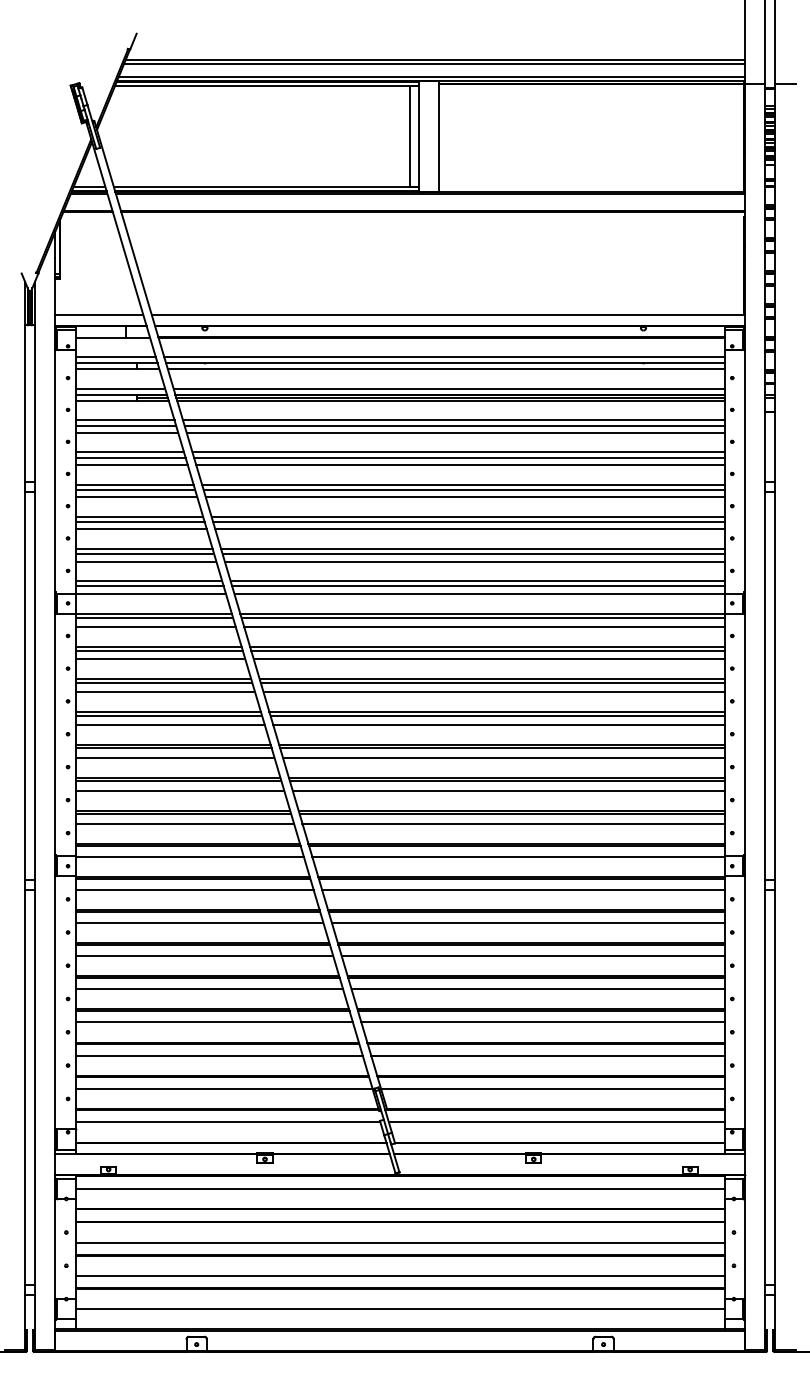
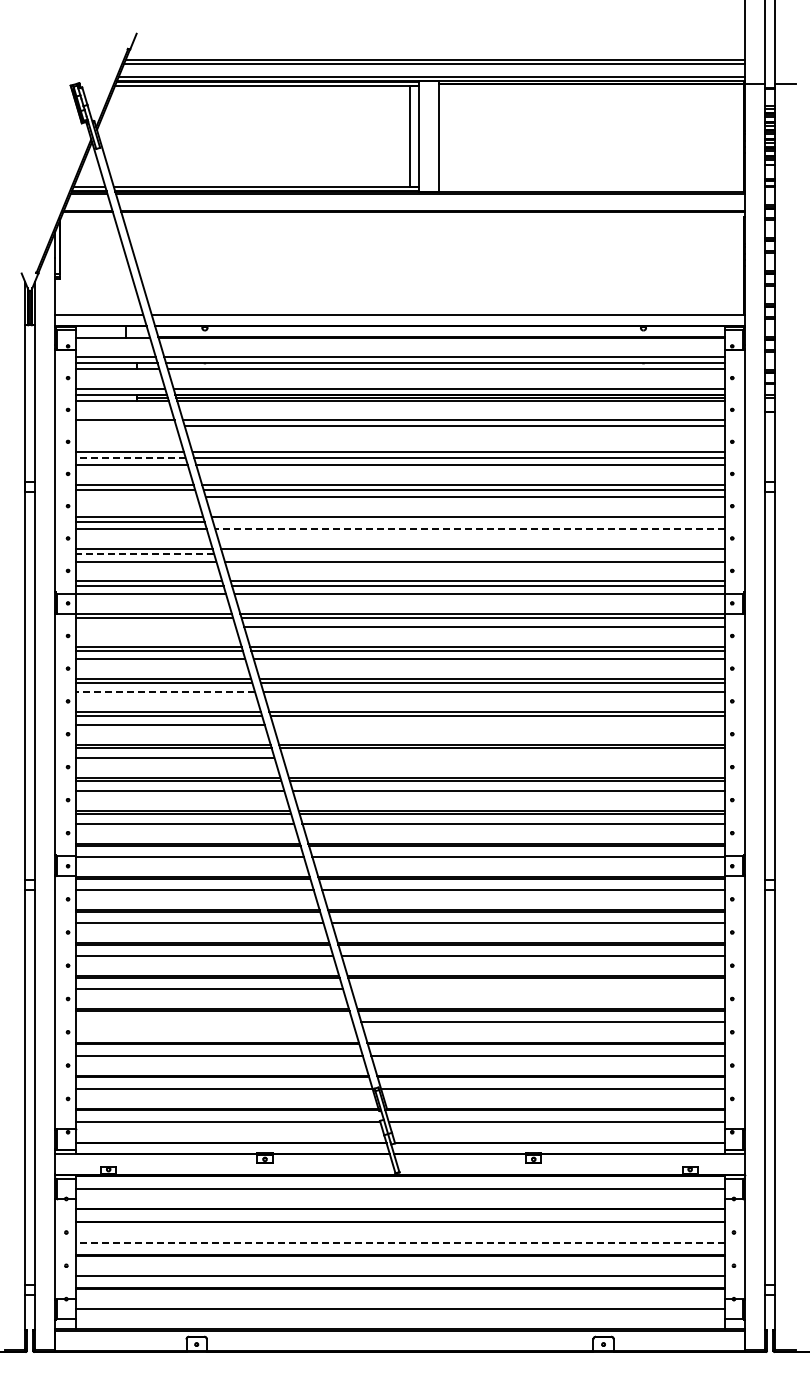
line at (125, 426): present -> none
line at (126, 432): present -> none
line at (455, 432): present -> none
line at (130, 458): solid -> dashed
line at (136, 497): present -> none
line at (468, 521): present -> none
line at (469, 529): solid -> dashed
line at (144, 554): solid -> dashed
line at (473, 554): present -> none
line at (155, 626): present -> none
line at (165, 692): solid -> dashed
line at (498, 724): present -> none
line at (503, 757): present -> none
line at (537, 989): present -> none
line at (213, 1022): present -> none
line at (399, 1242): solid -> dashed
